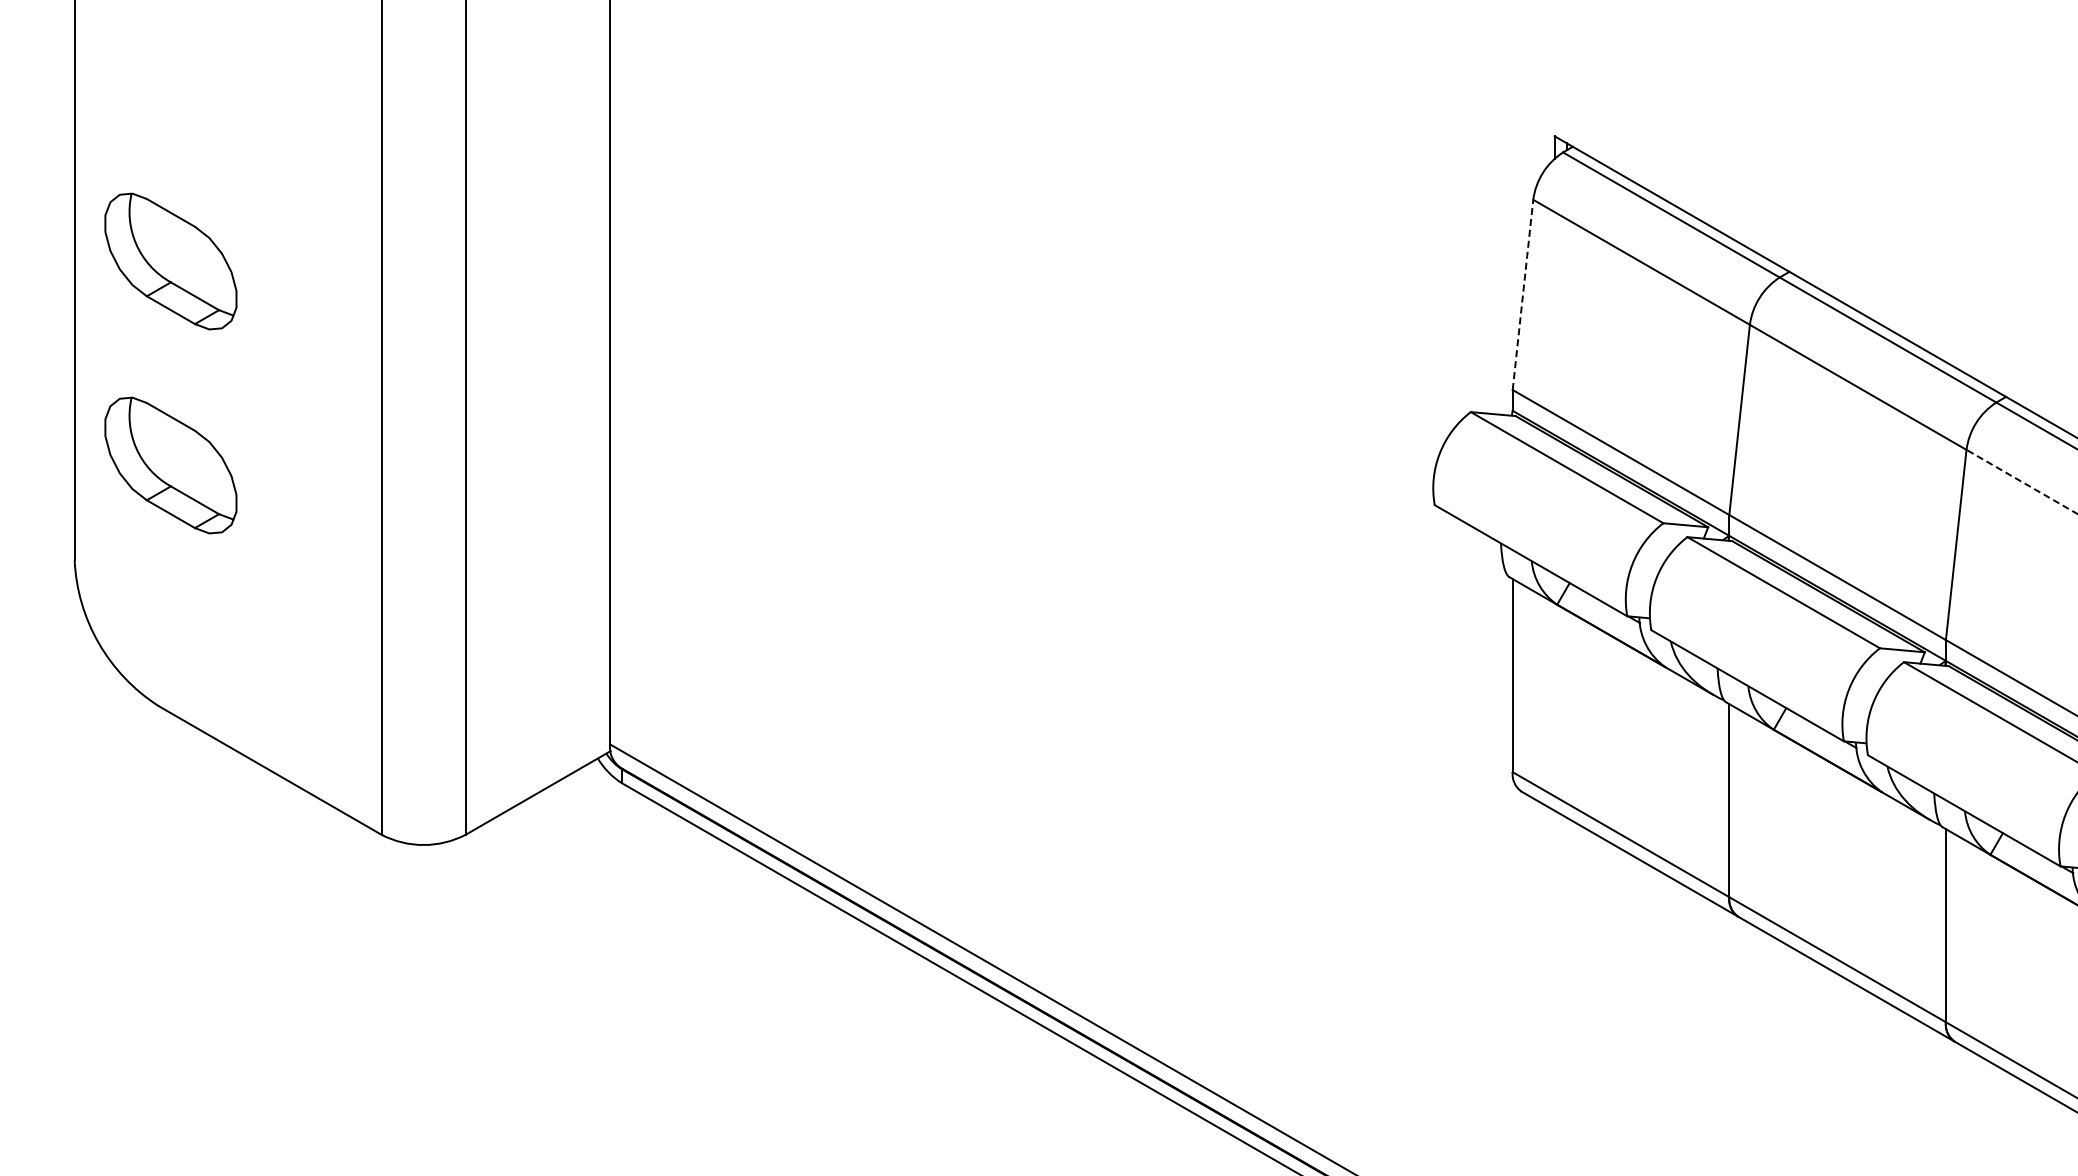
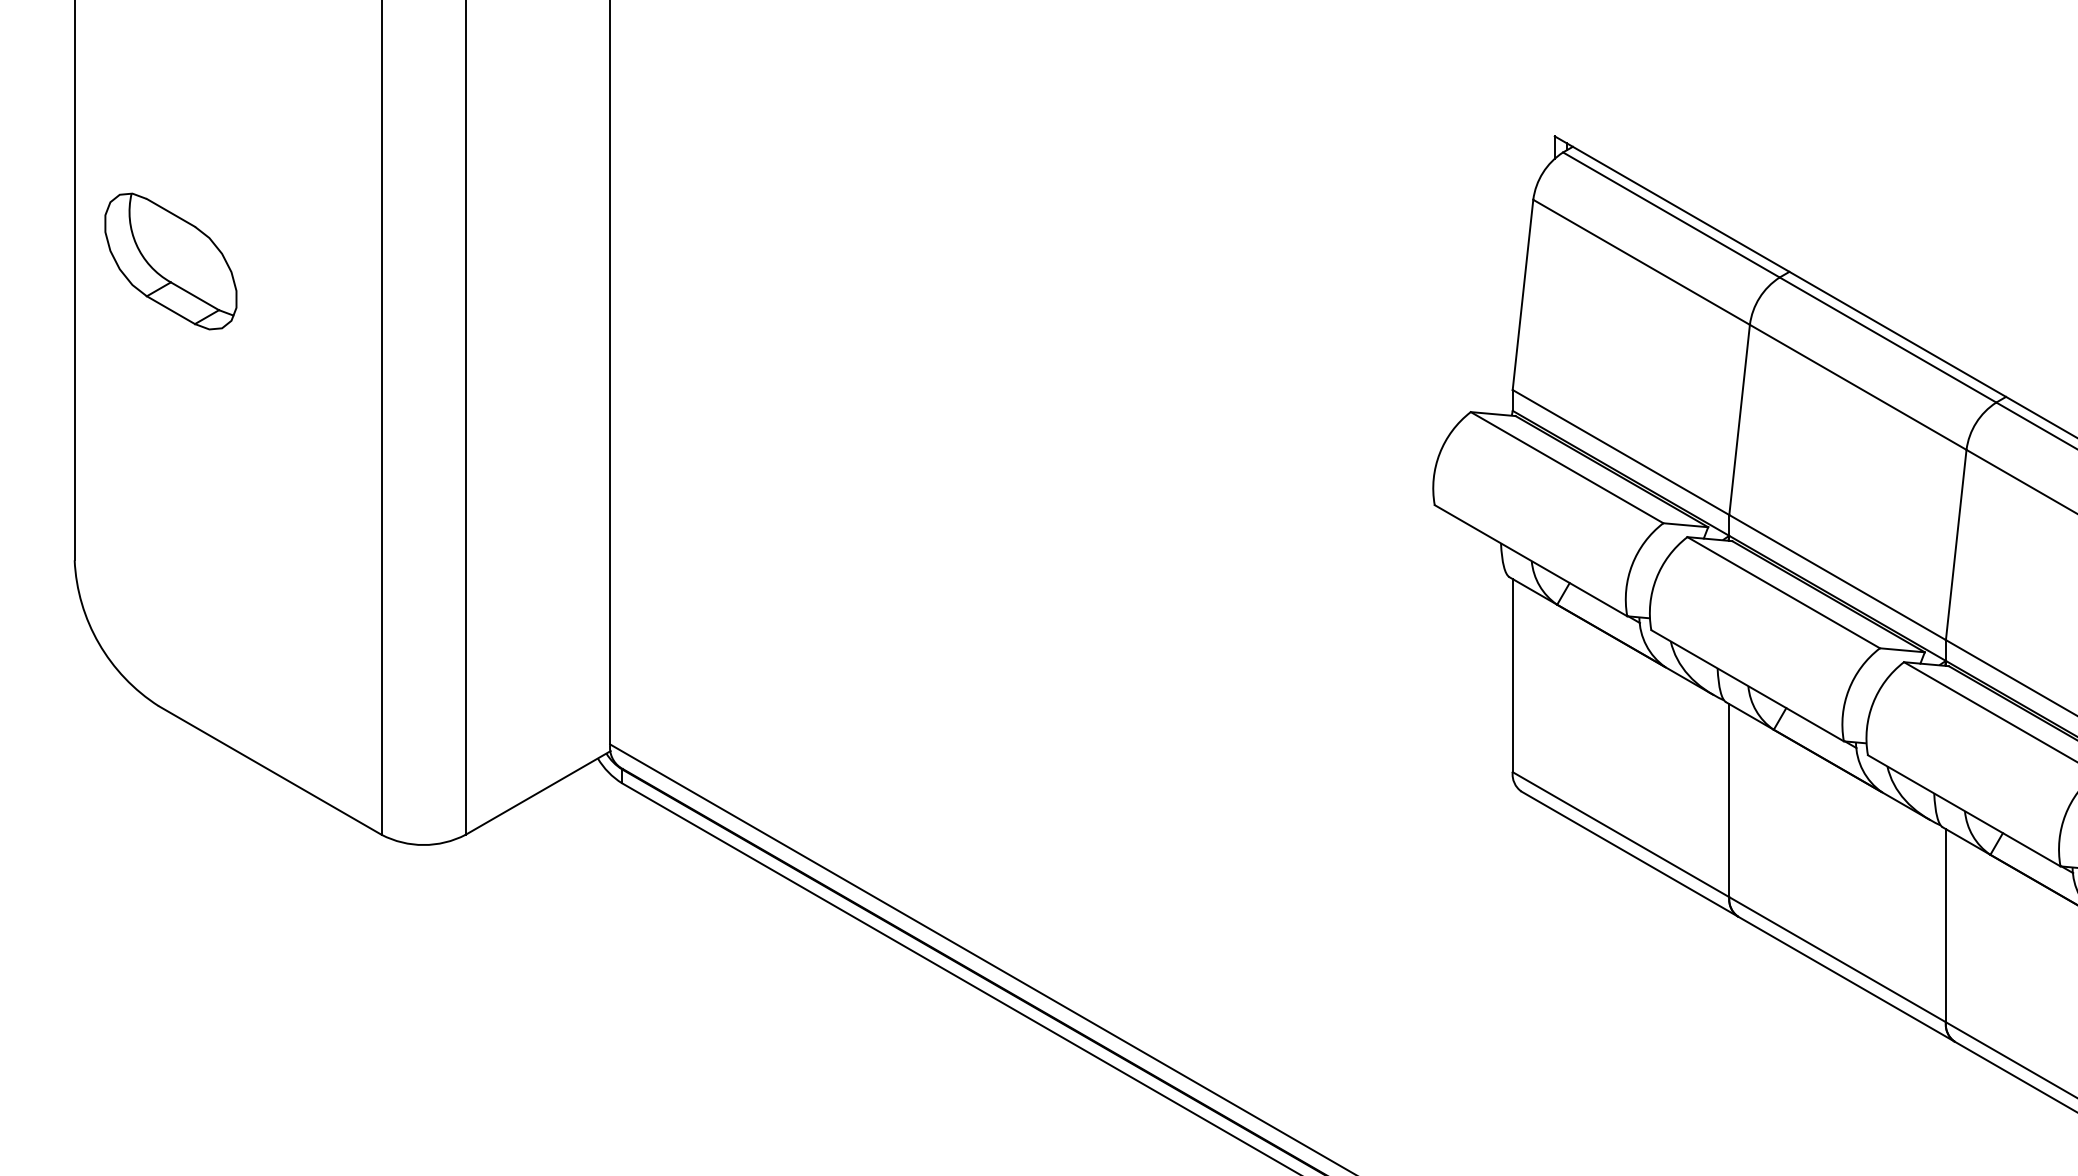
line at (1523, 294): dashed -> solid
part at (170, 465): present -> none
line at (2021, 481): dashed -> solid
